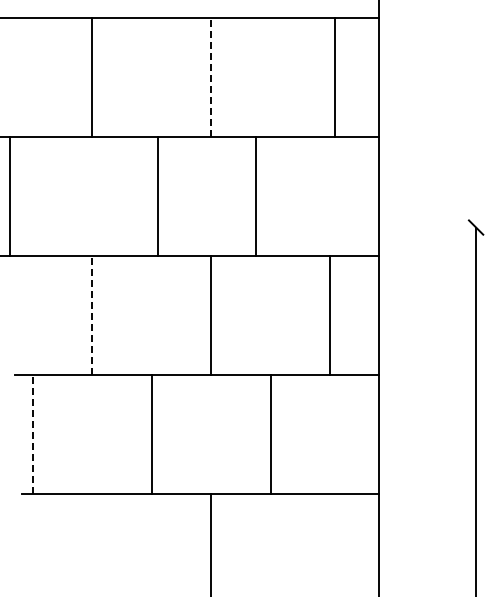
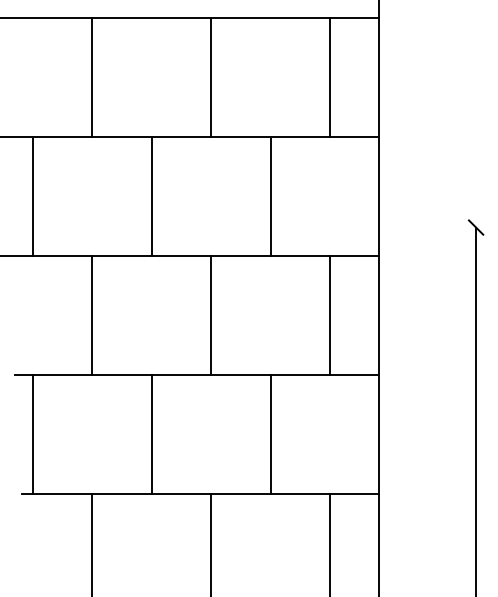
line at (211, 76): dashed -> solid
line at (335, 76) position: (335, 76) -> (330, 76)
line at (9, 195) position: (9, 195) -> (32, 195)
line at (157, 195) position: (157, 195) -> (151, 195)
line at (255, 195) position: (255, 195) -> (270, 195)
line at (92, 314): dashed -> solid
line at (32, 433): dashed -> solid
line at (92, 543): none -> present
line at (330, 543): none -> present
